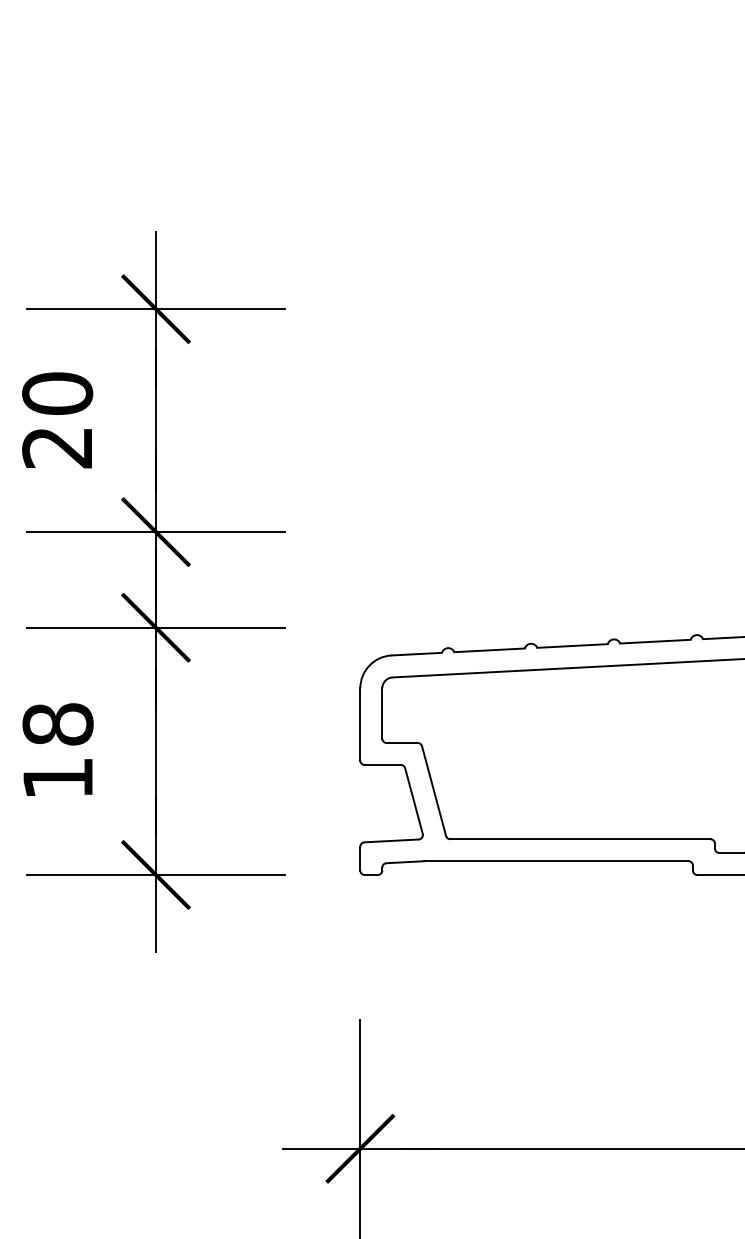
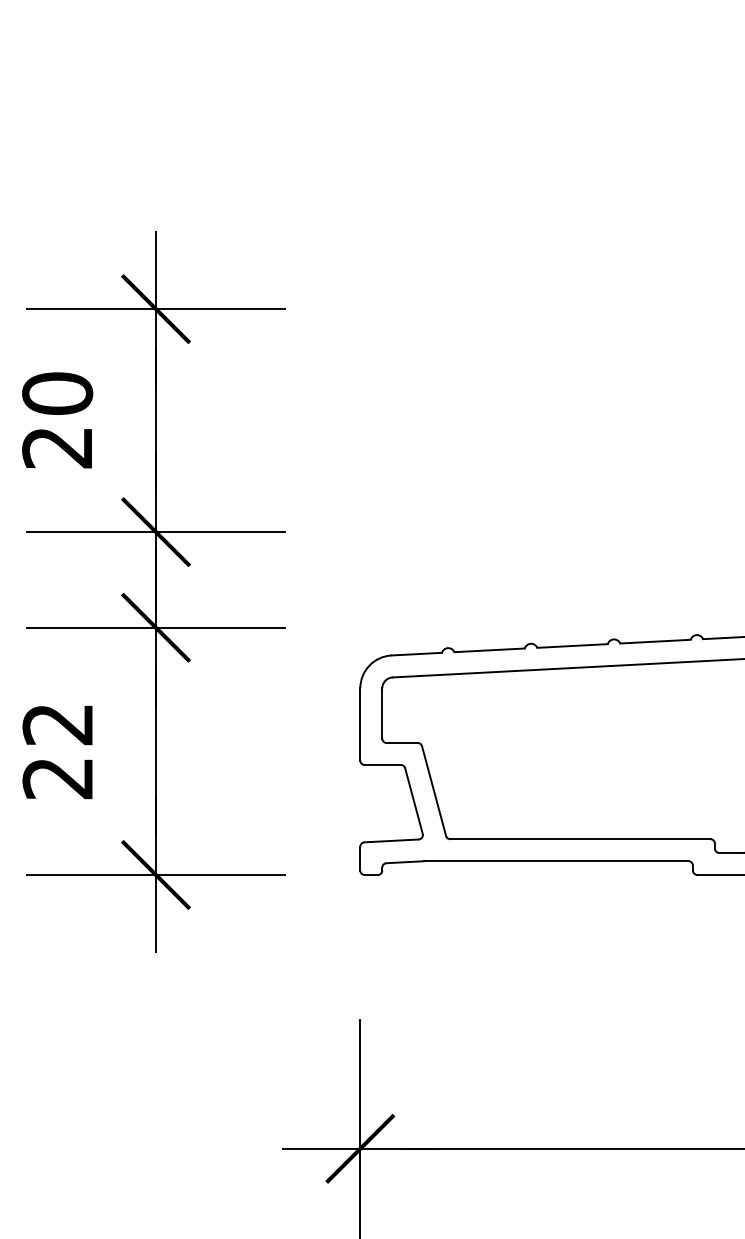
text at (57, 751): 18 -> 22
